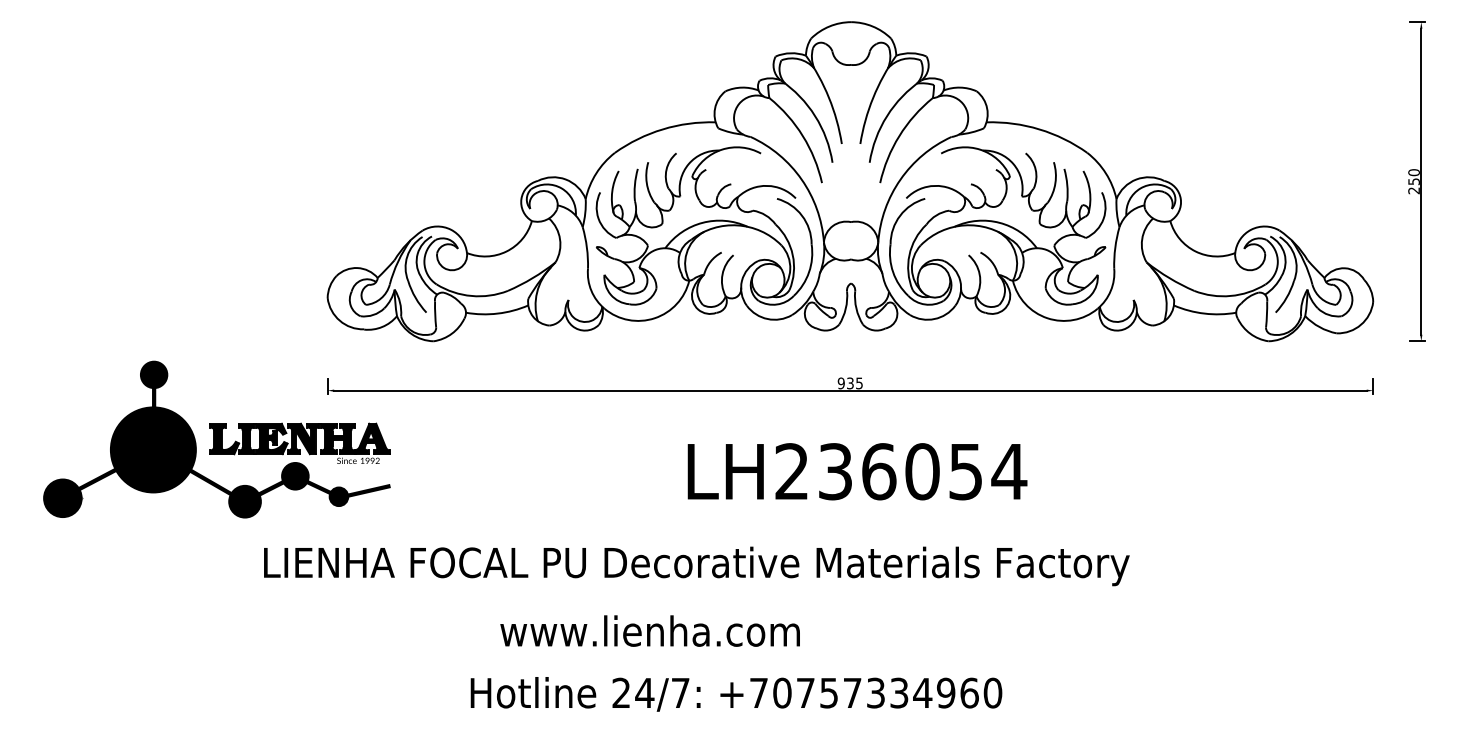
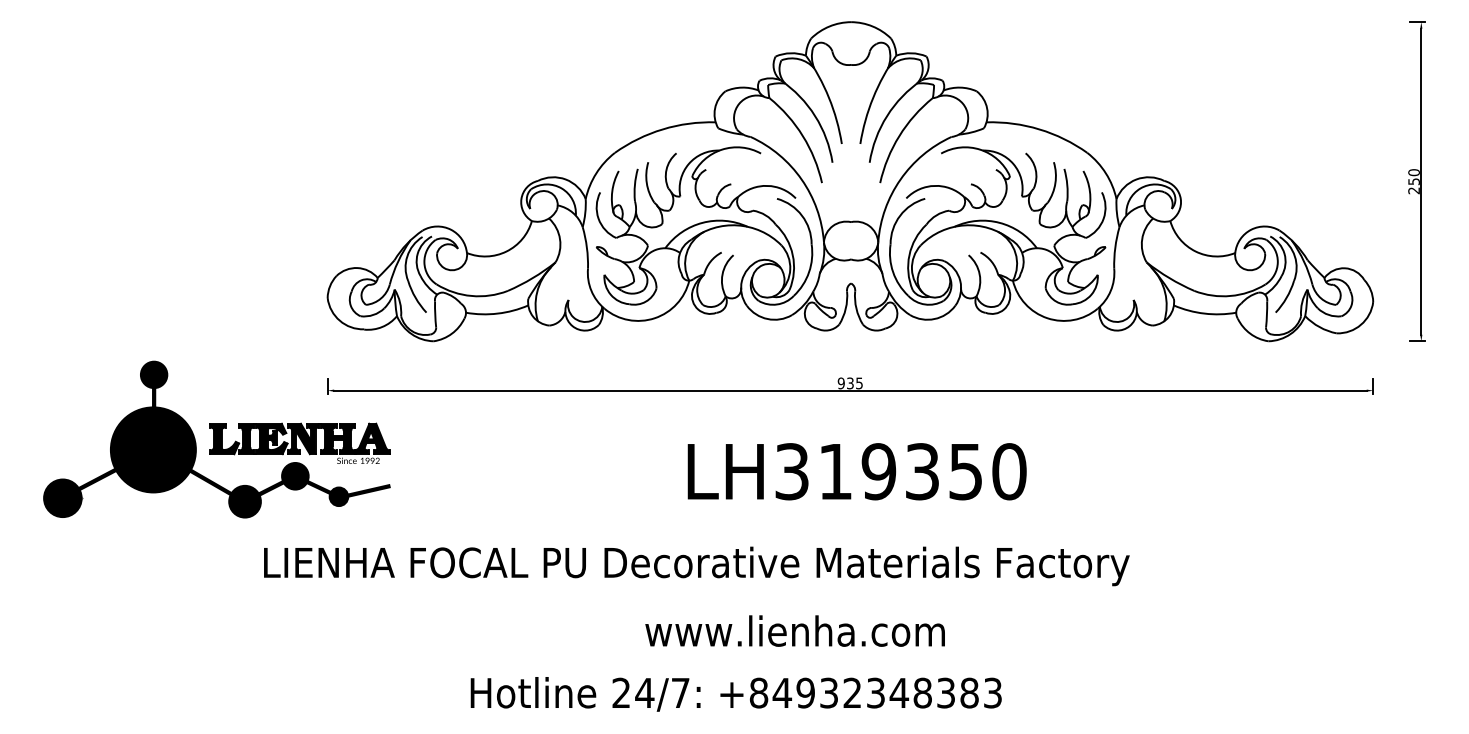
text at (901, 471): LH236054 -> LH319350
text at (649, 630) position: (649, 630) -> (794, 630)
text at (875, 692): +70757334960 -> +84932348383
